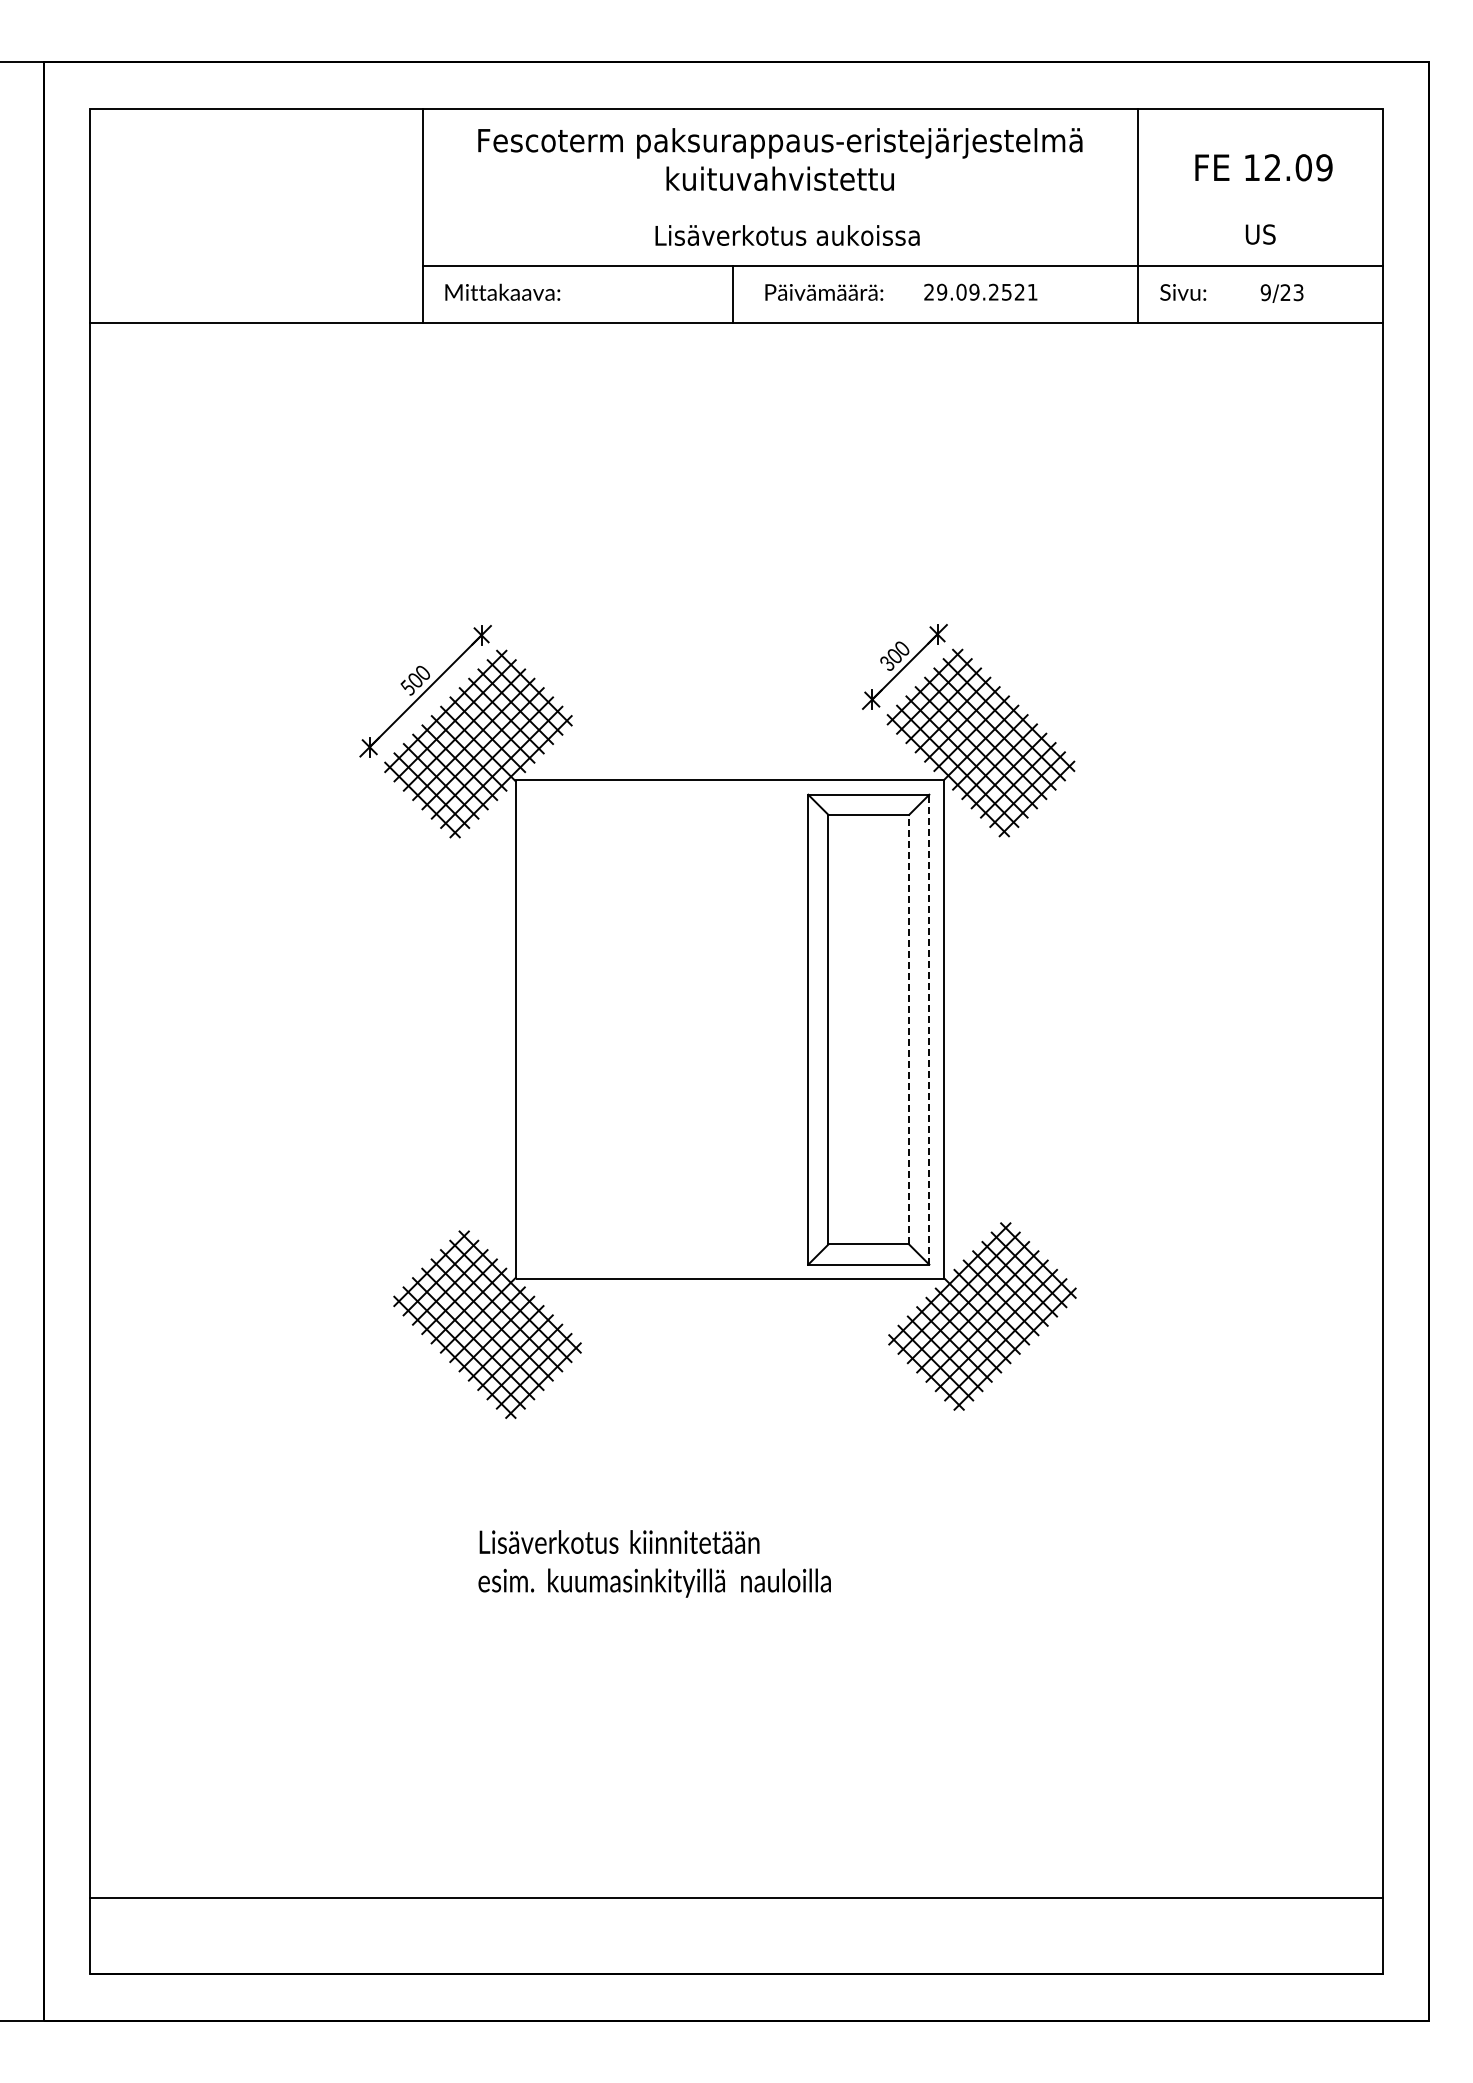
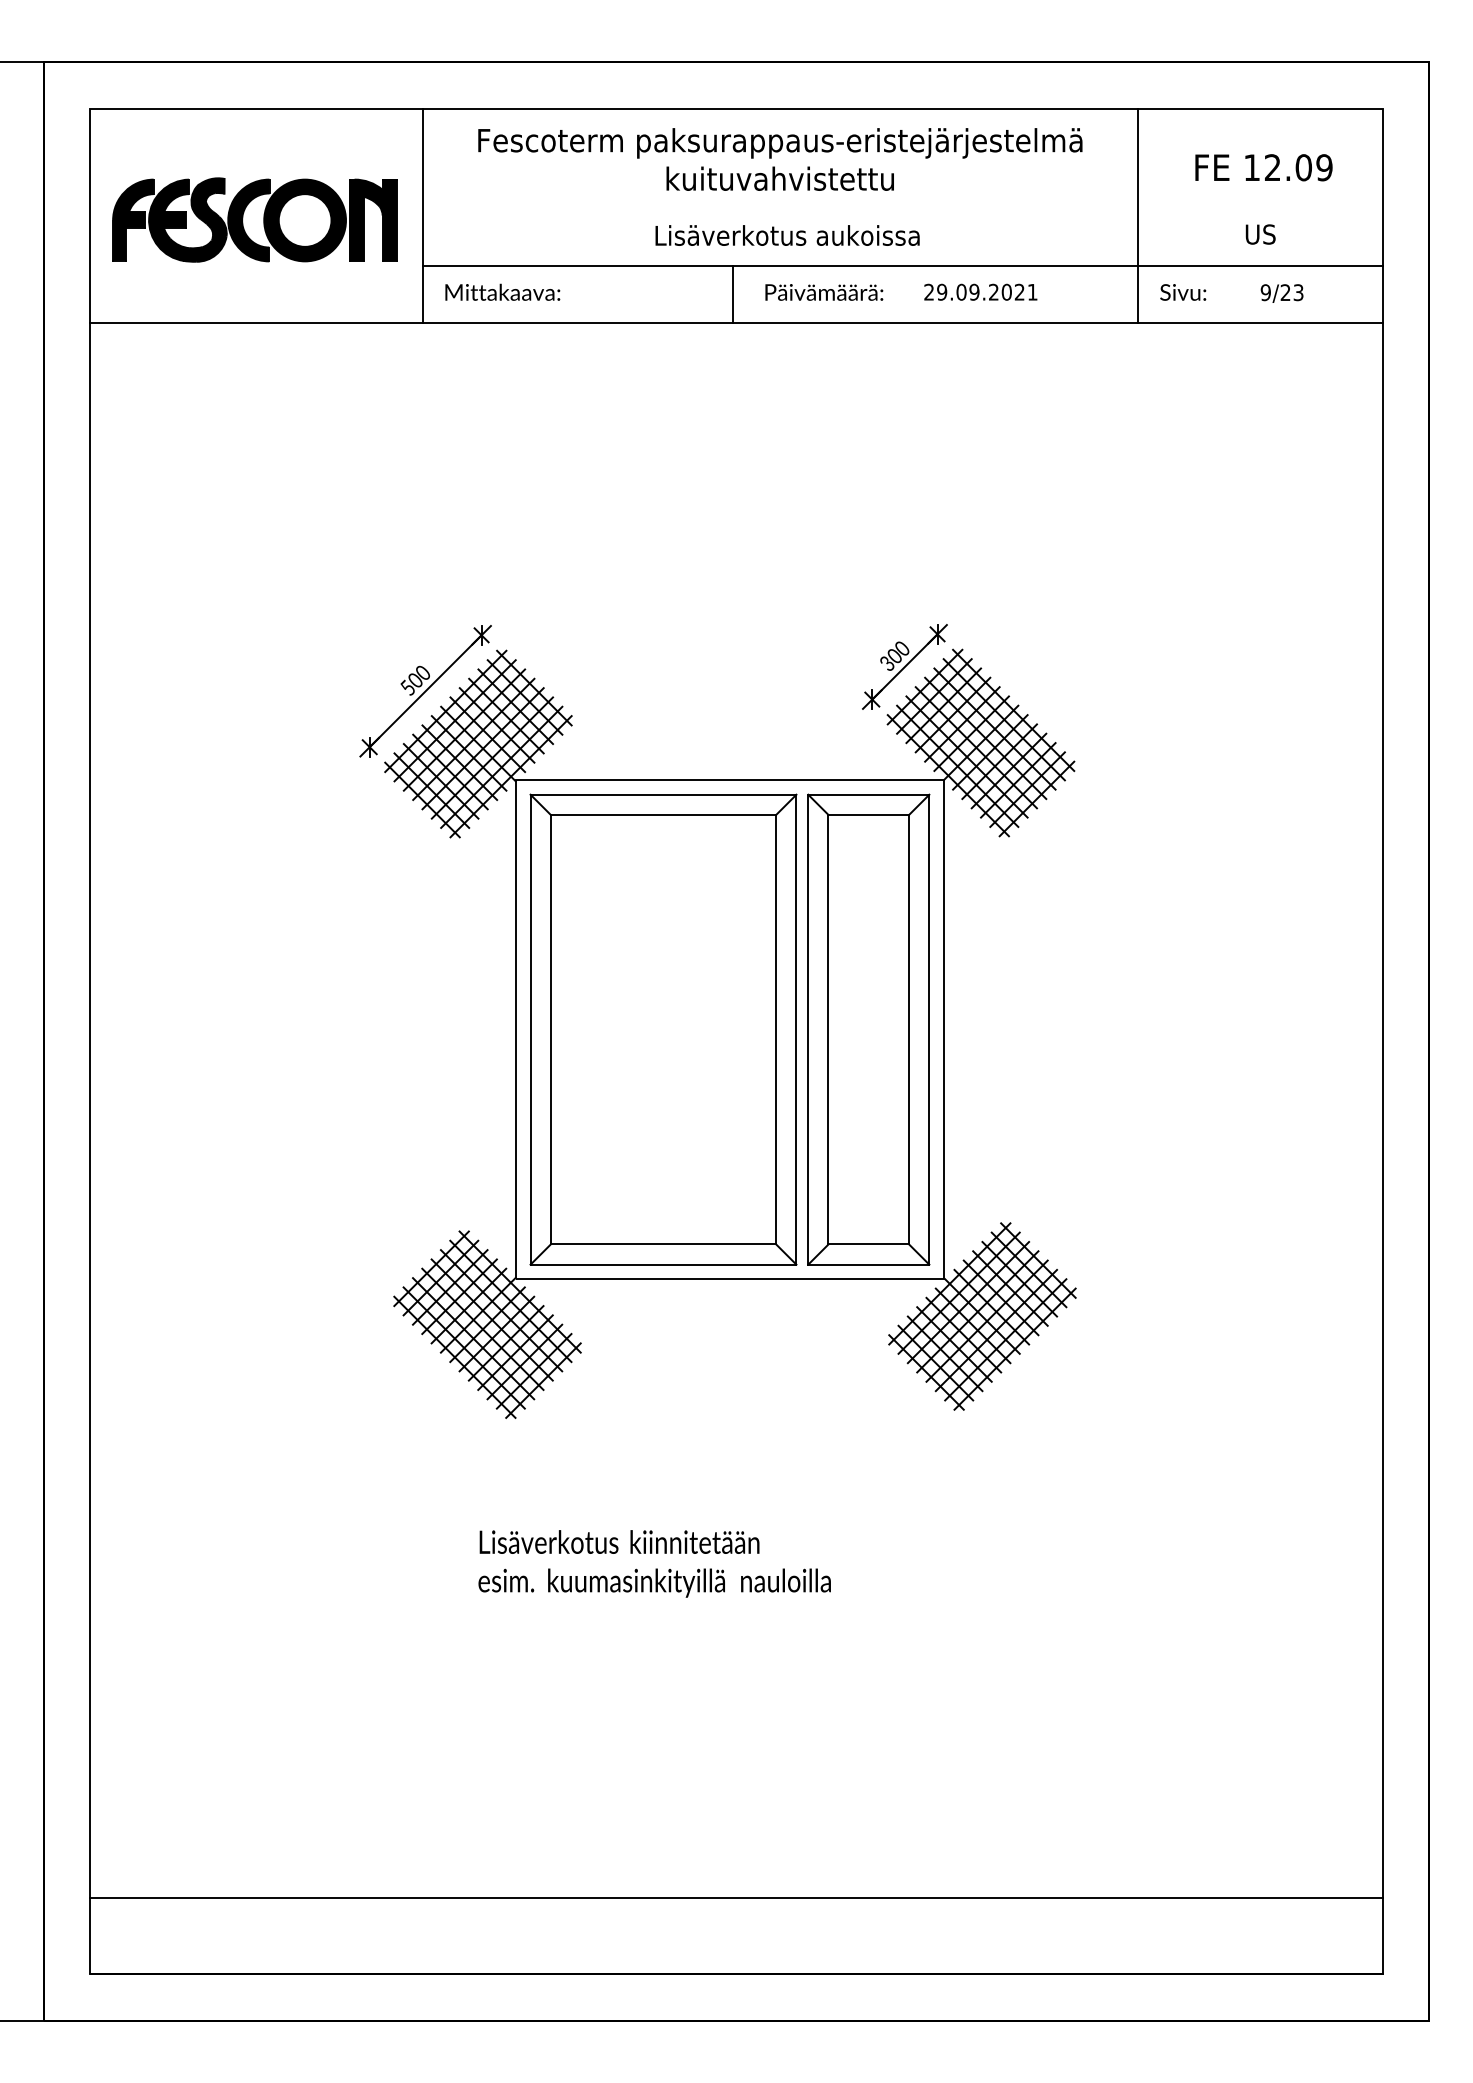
part at (263, 219): none -> present
text at (1006, 291): 29.09.2521 -> 29.09.2021
part at (663, 1029): none -> present
line at (909, 1029): dashed -> solid
line at (929, 1029): dashed -> solid
